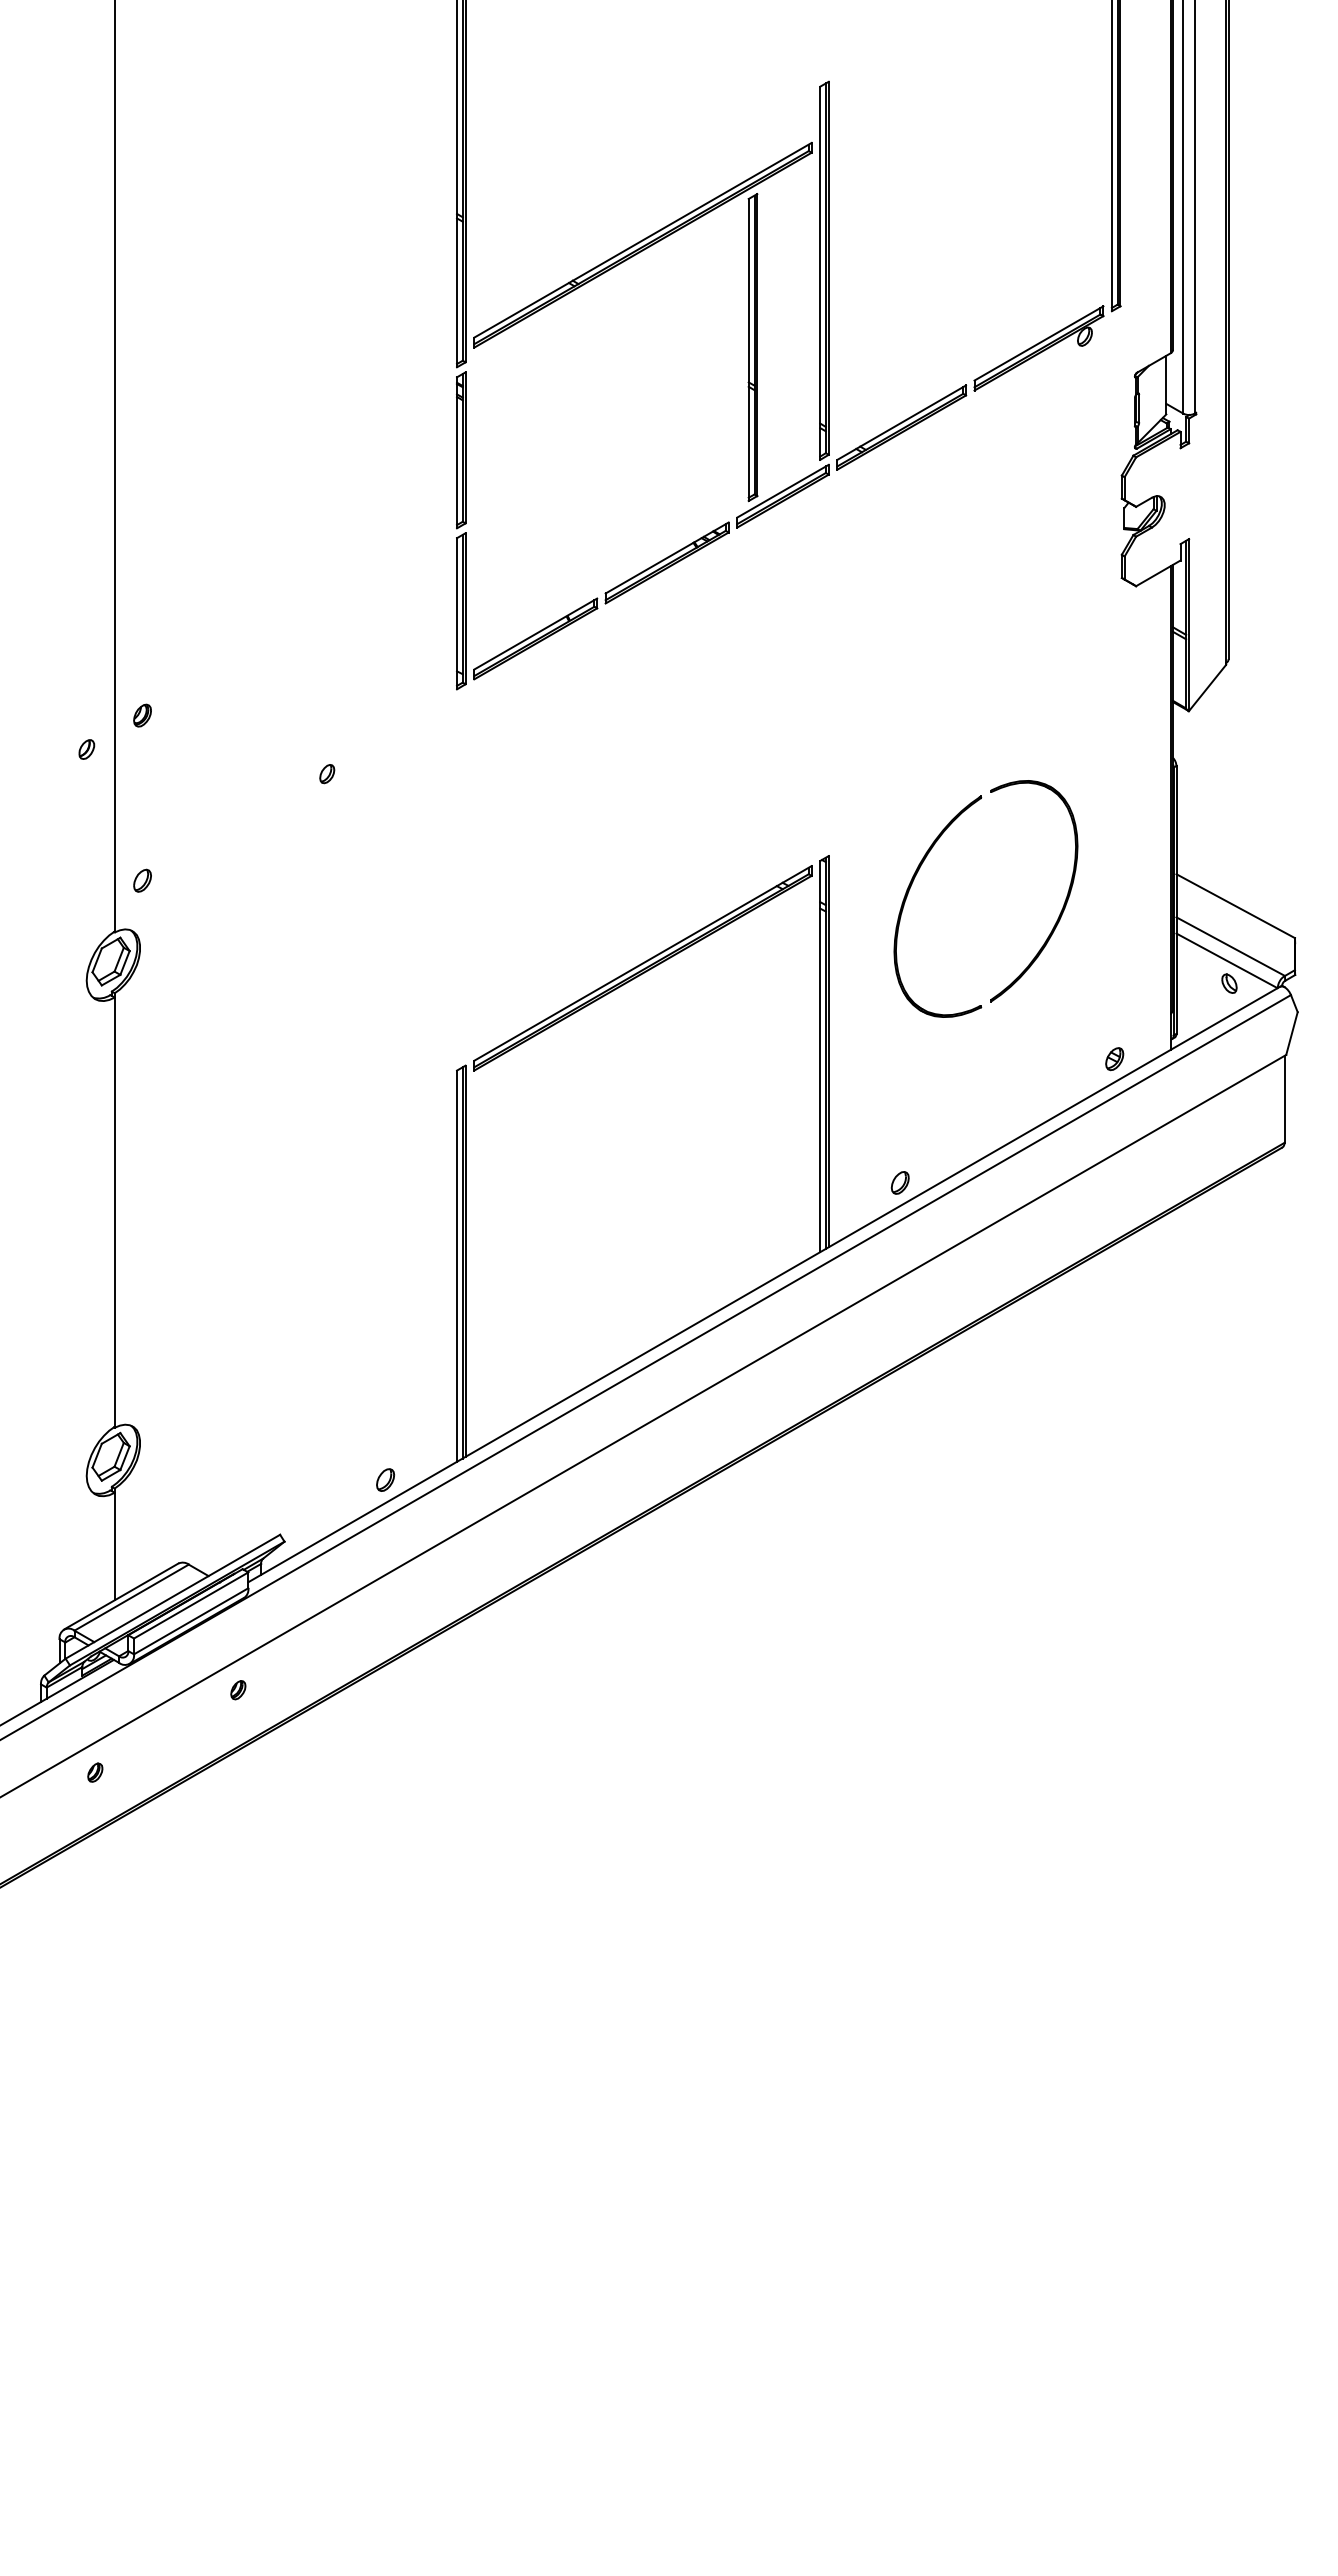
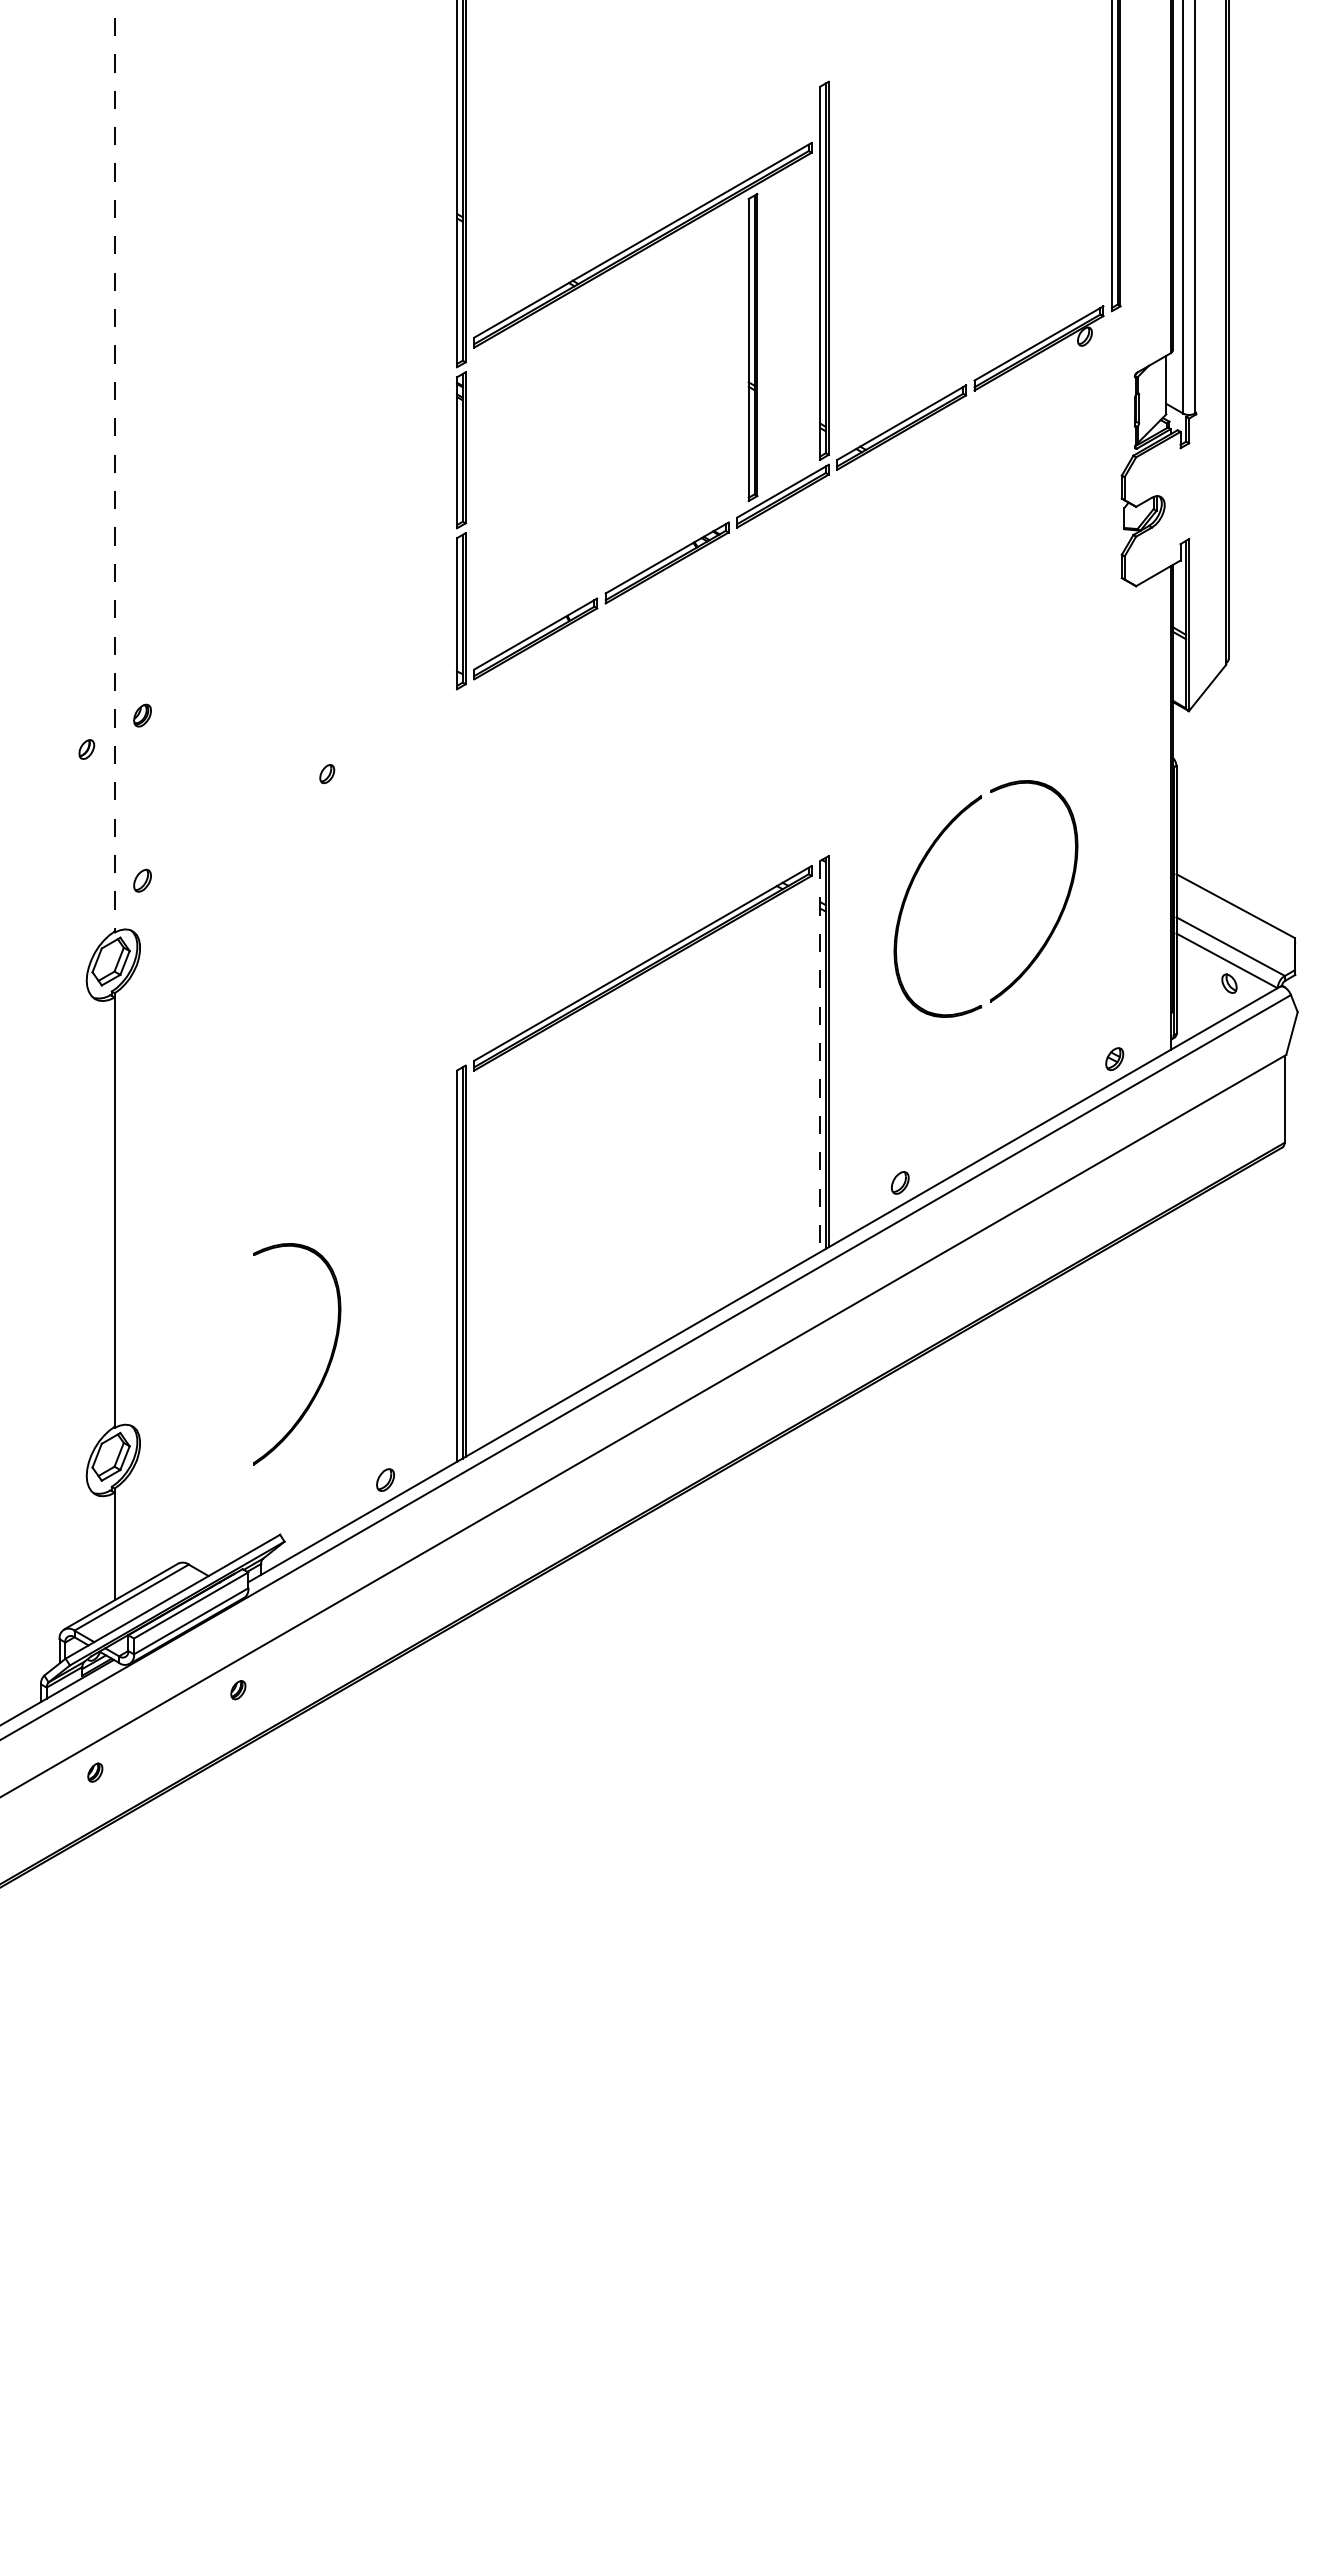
line at (114, 465): solid -> dashed
line at (820, 1056): solid -> dashed
part at (327, 1364): none -> present
